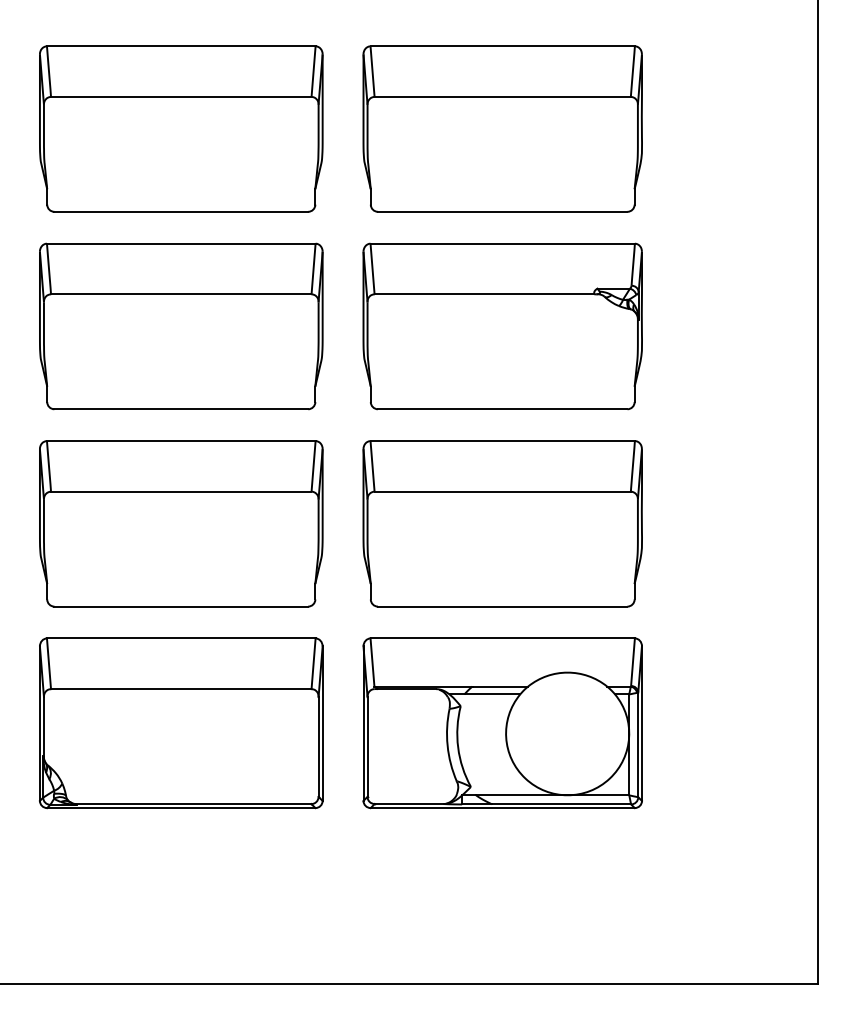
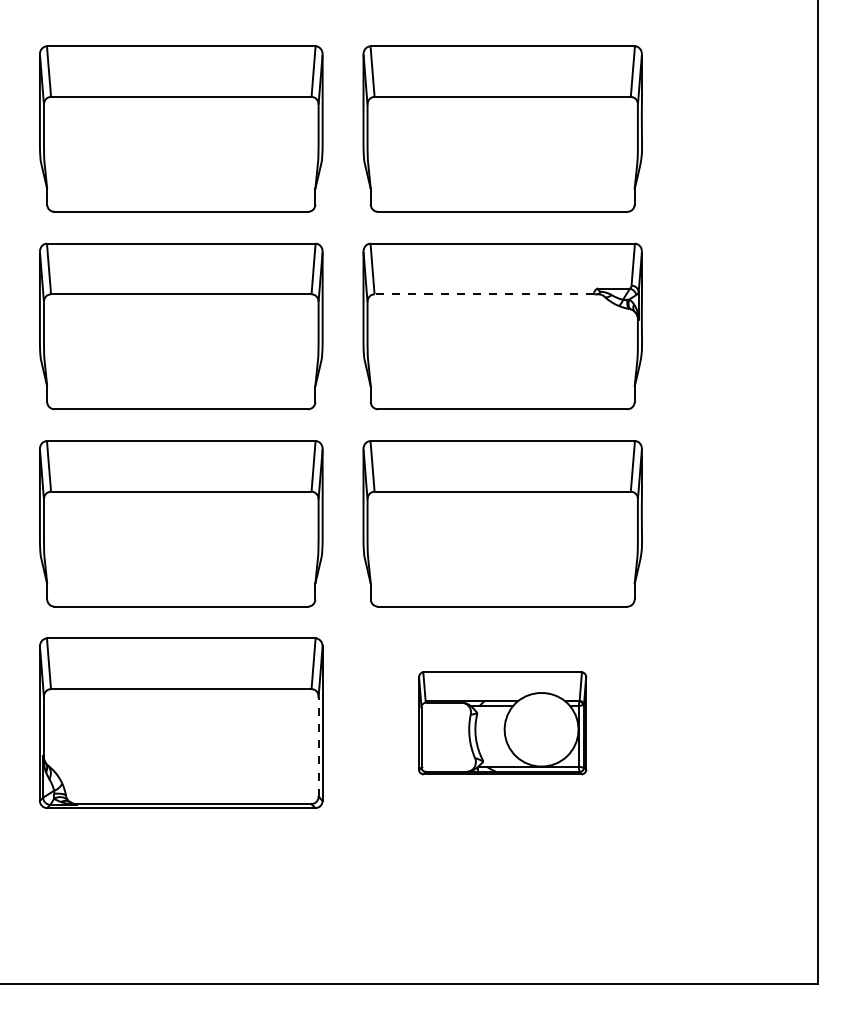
line at (484, 294): solid -> dashed
part at (502, 723) size: 281x173 px -> 170x105 px
line at (318, 746): solid -> dashed
